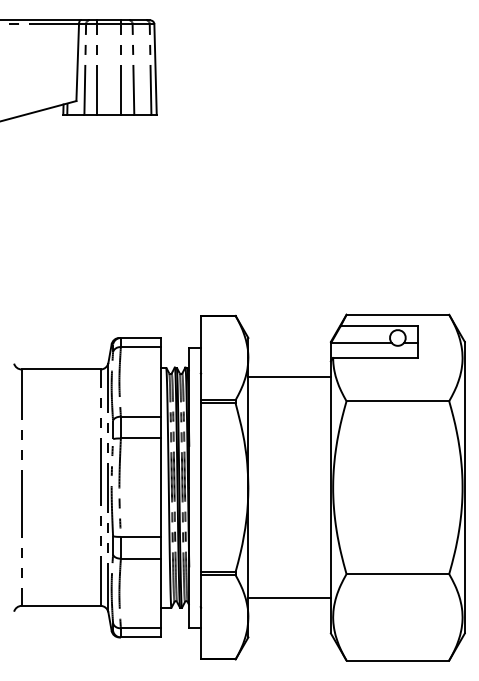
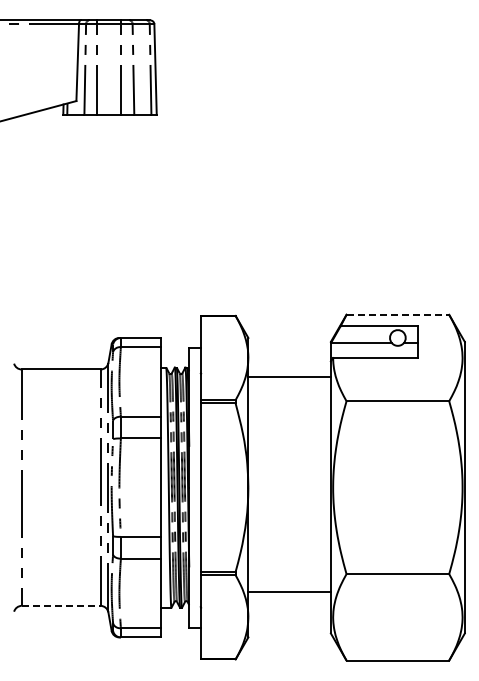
line at (398, 314): solid -> dashed
line at (289, 598) position: (289, 598) -> (289, 592)
line at (61, 605): solid -> dashed
